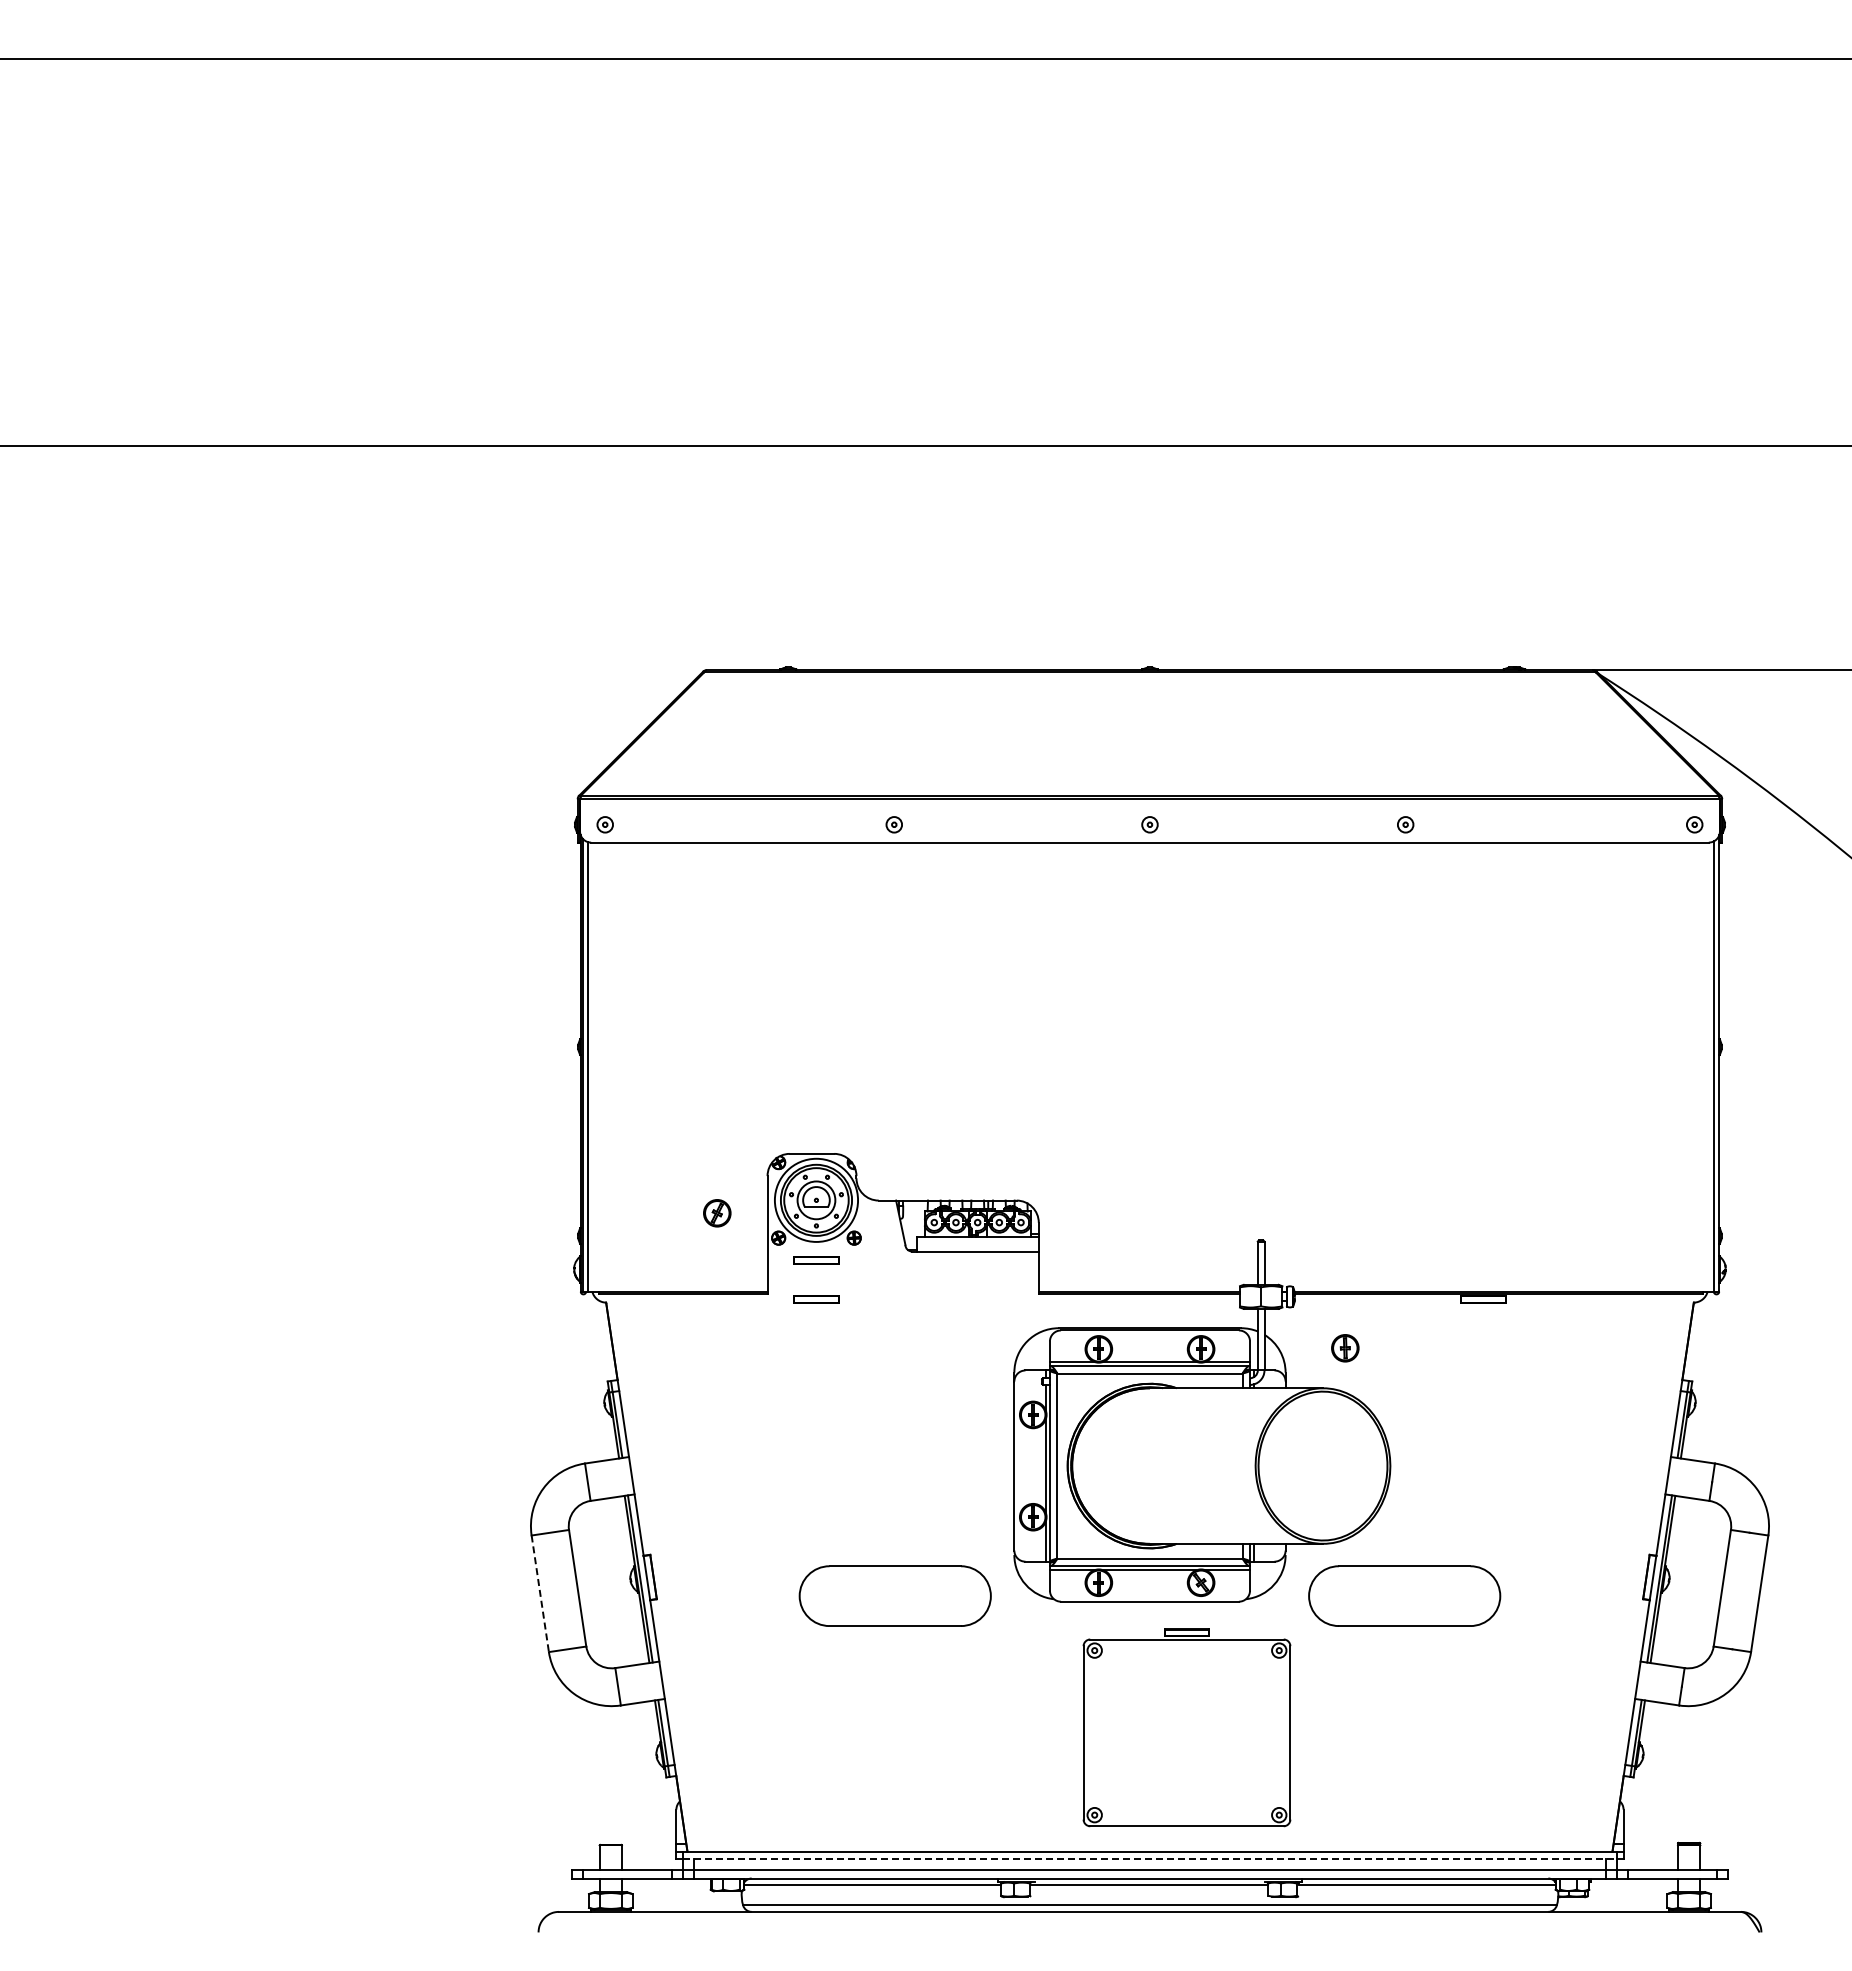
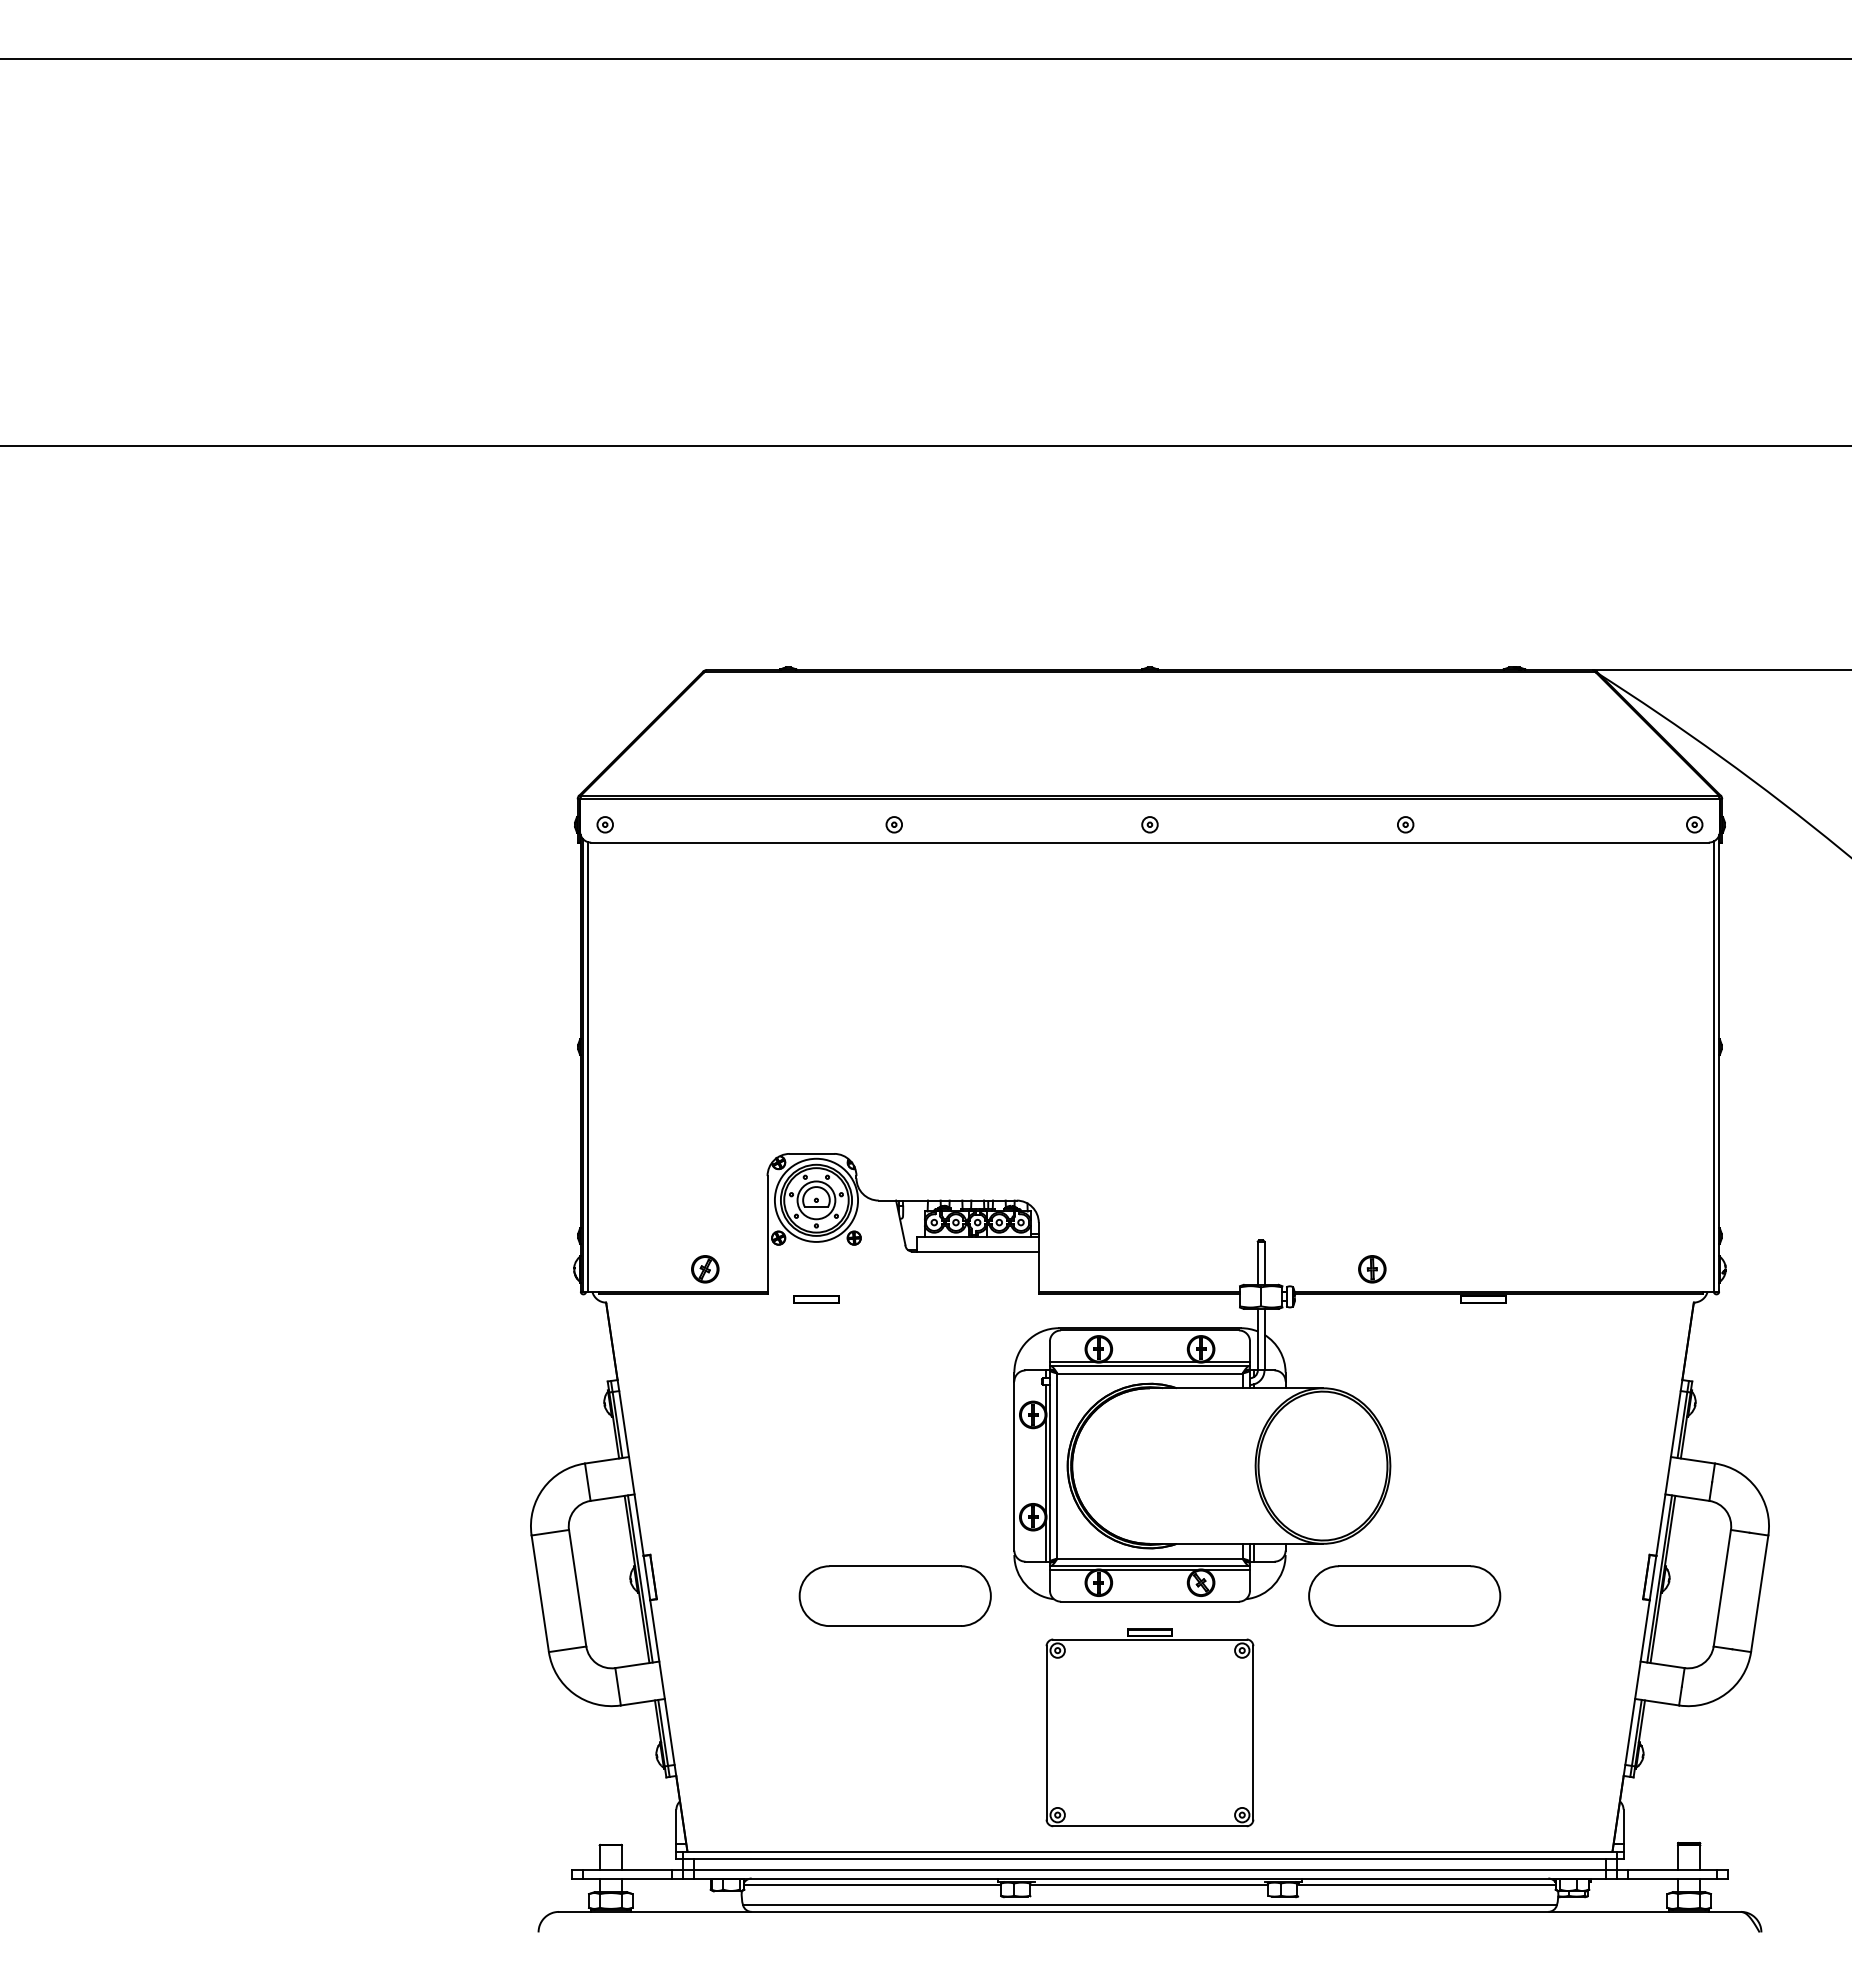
part at (717, 1213) position: (717, 1213) -> (705, 1269)
part at (816, 1260): present -> none
part at (1345, 1348) position: (1345, 1348) -> (1372, 1269)
line at (540, 1593): dashed -> solid
part at (1186, 1727) position: (1186, 1727) -> (1149, 1727)
line at (1149, 1858): dashed -> solid
